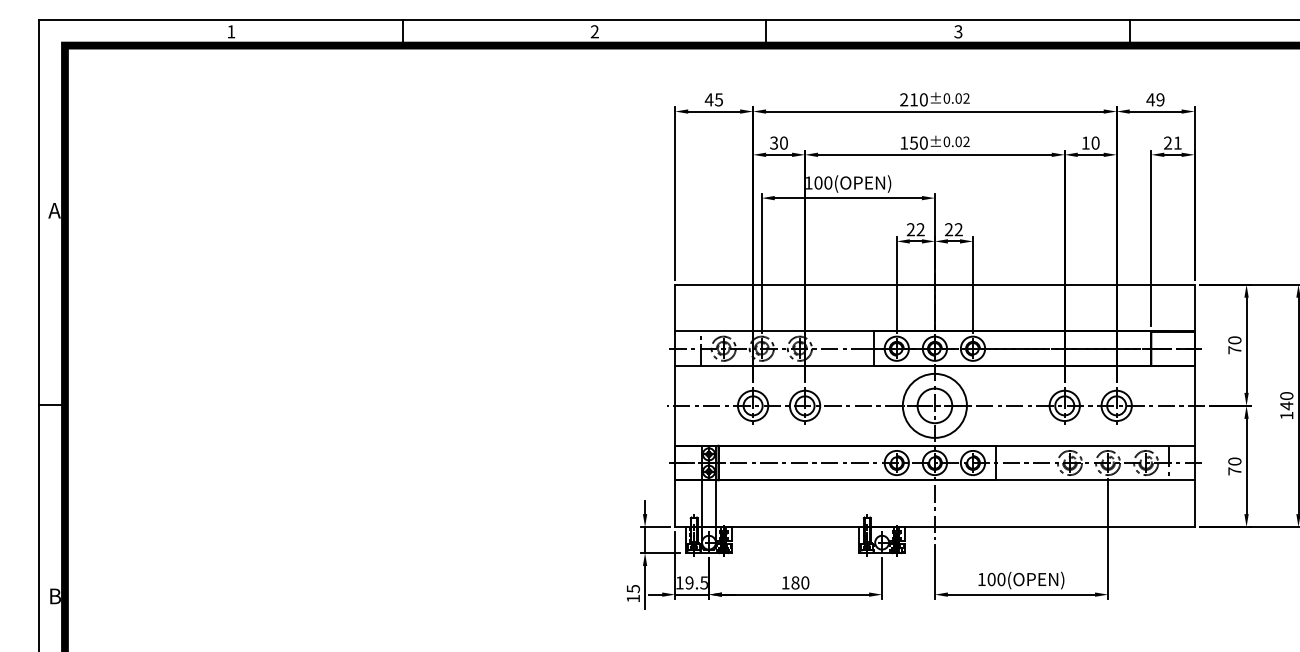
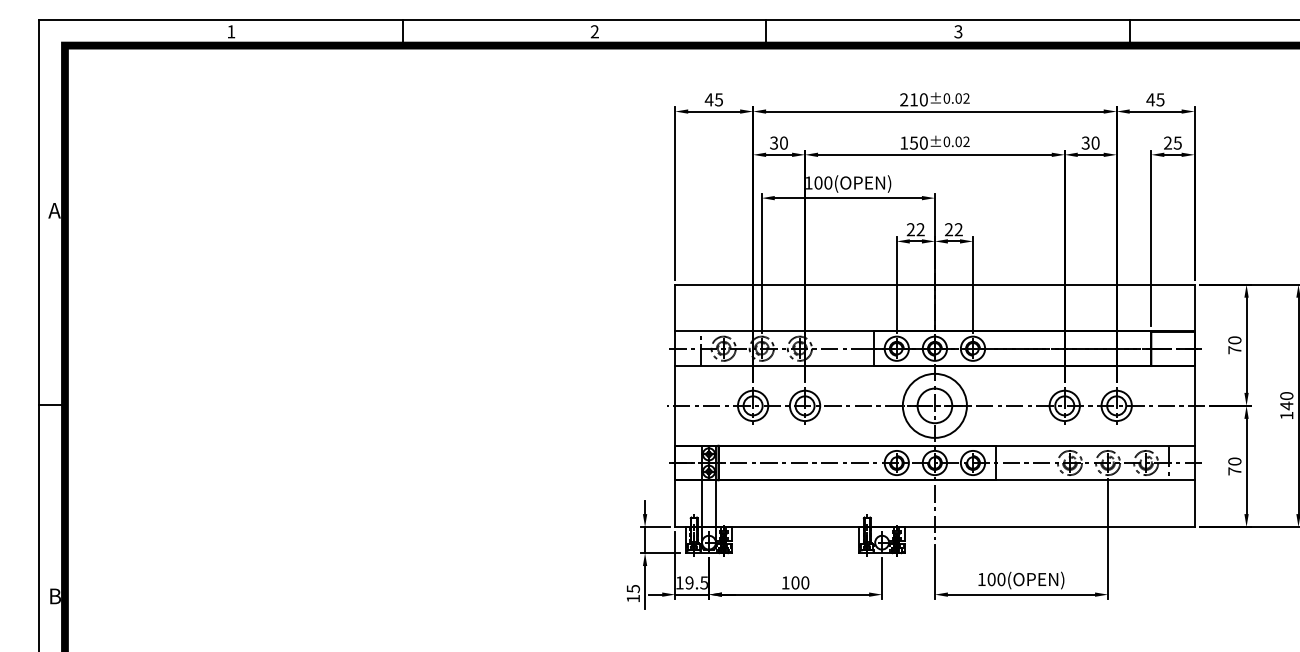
text at (1160, 99): 49 -> 45
text at (1085, 142): 10 -> 30
text at (1177, 142): 21 -> 25
text at (795, 582): 180 -> 100
